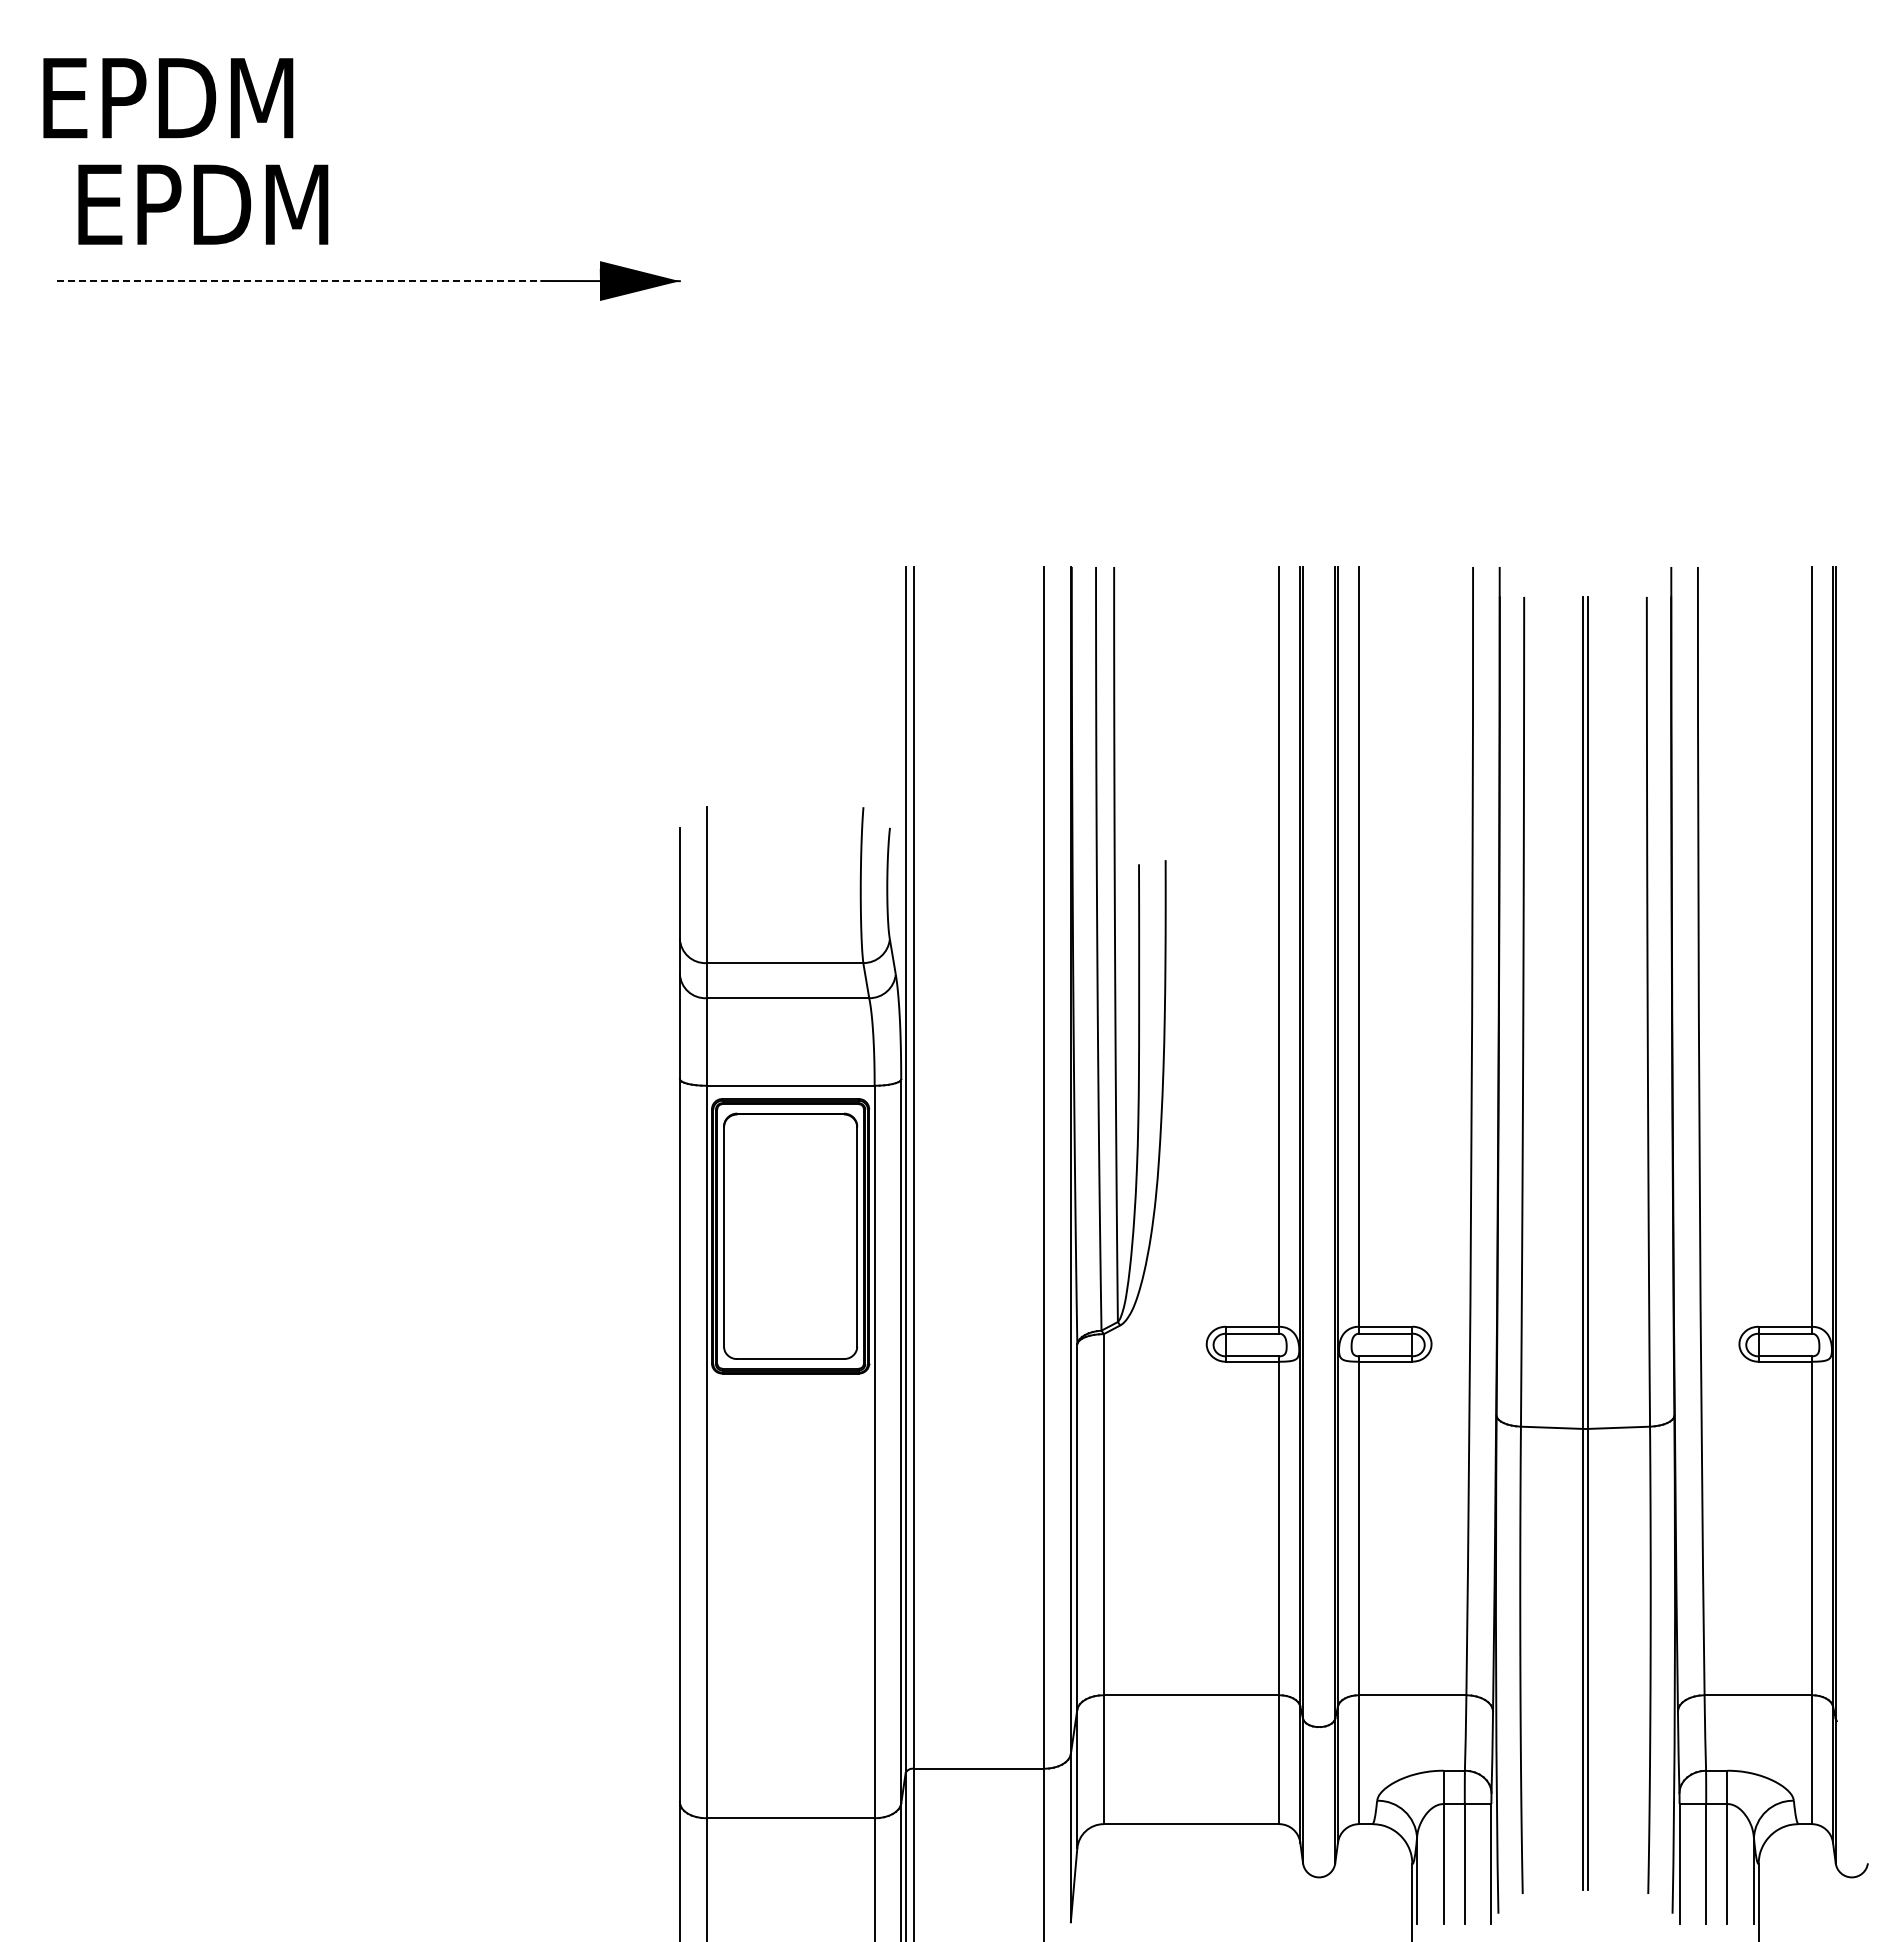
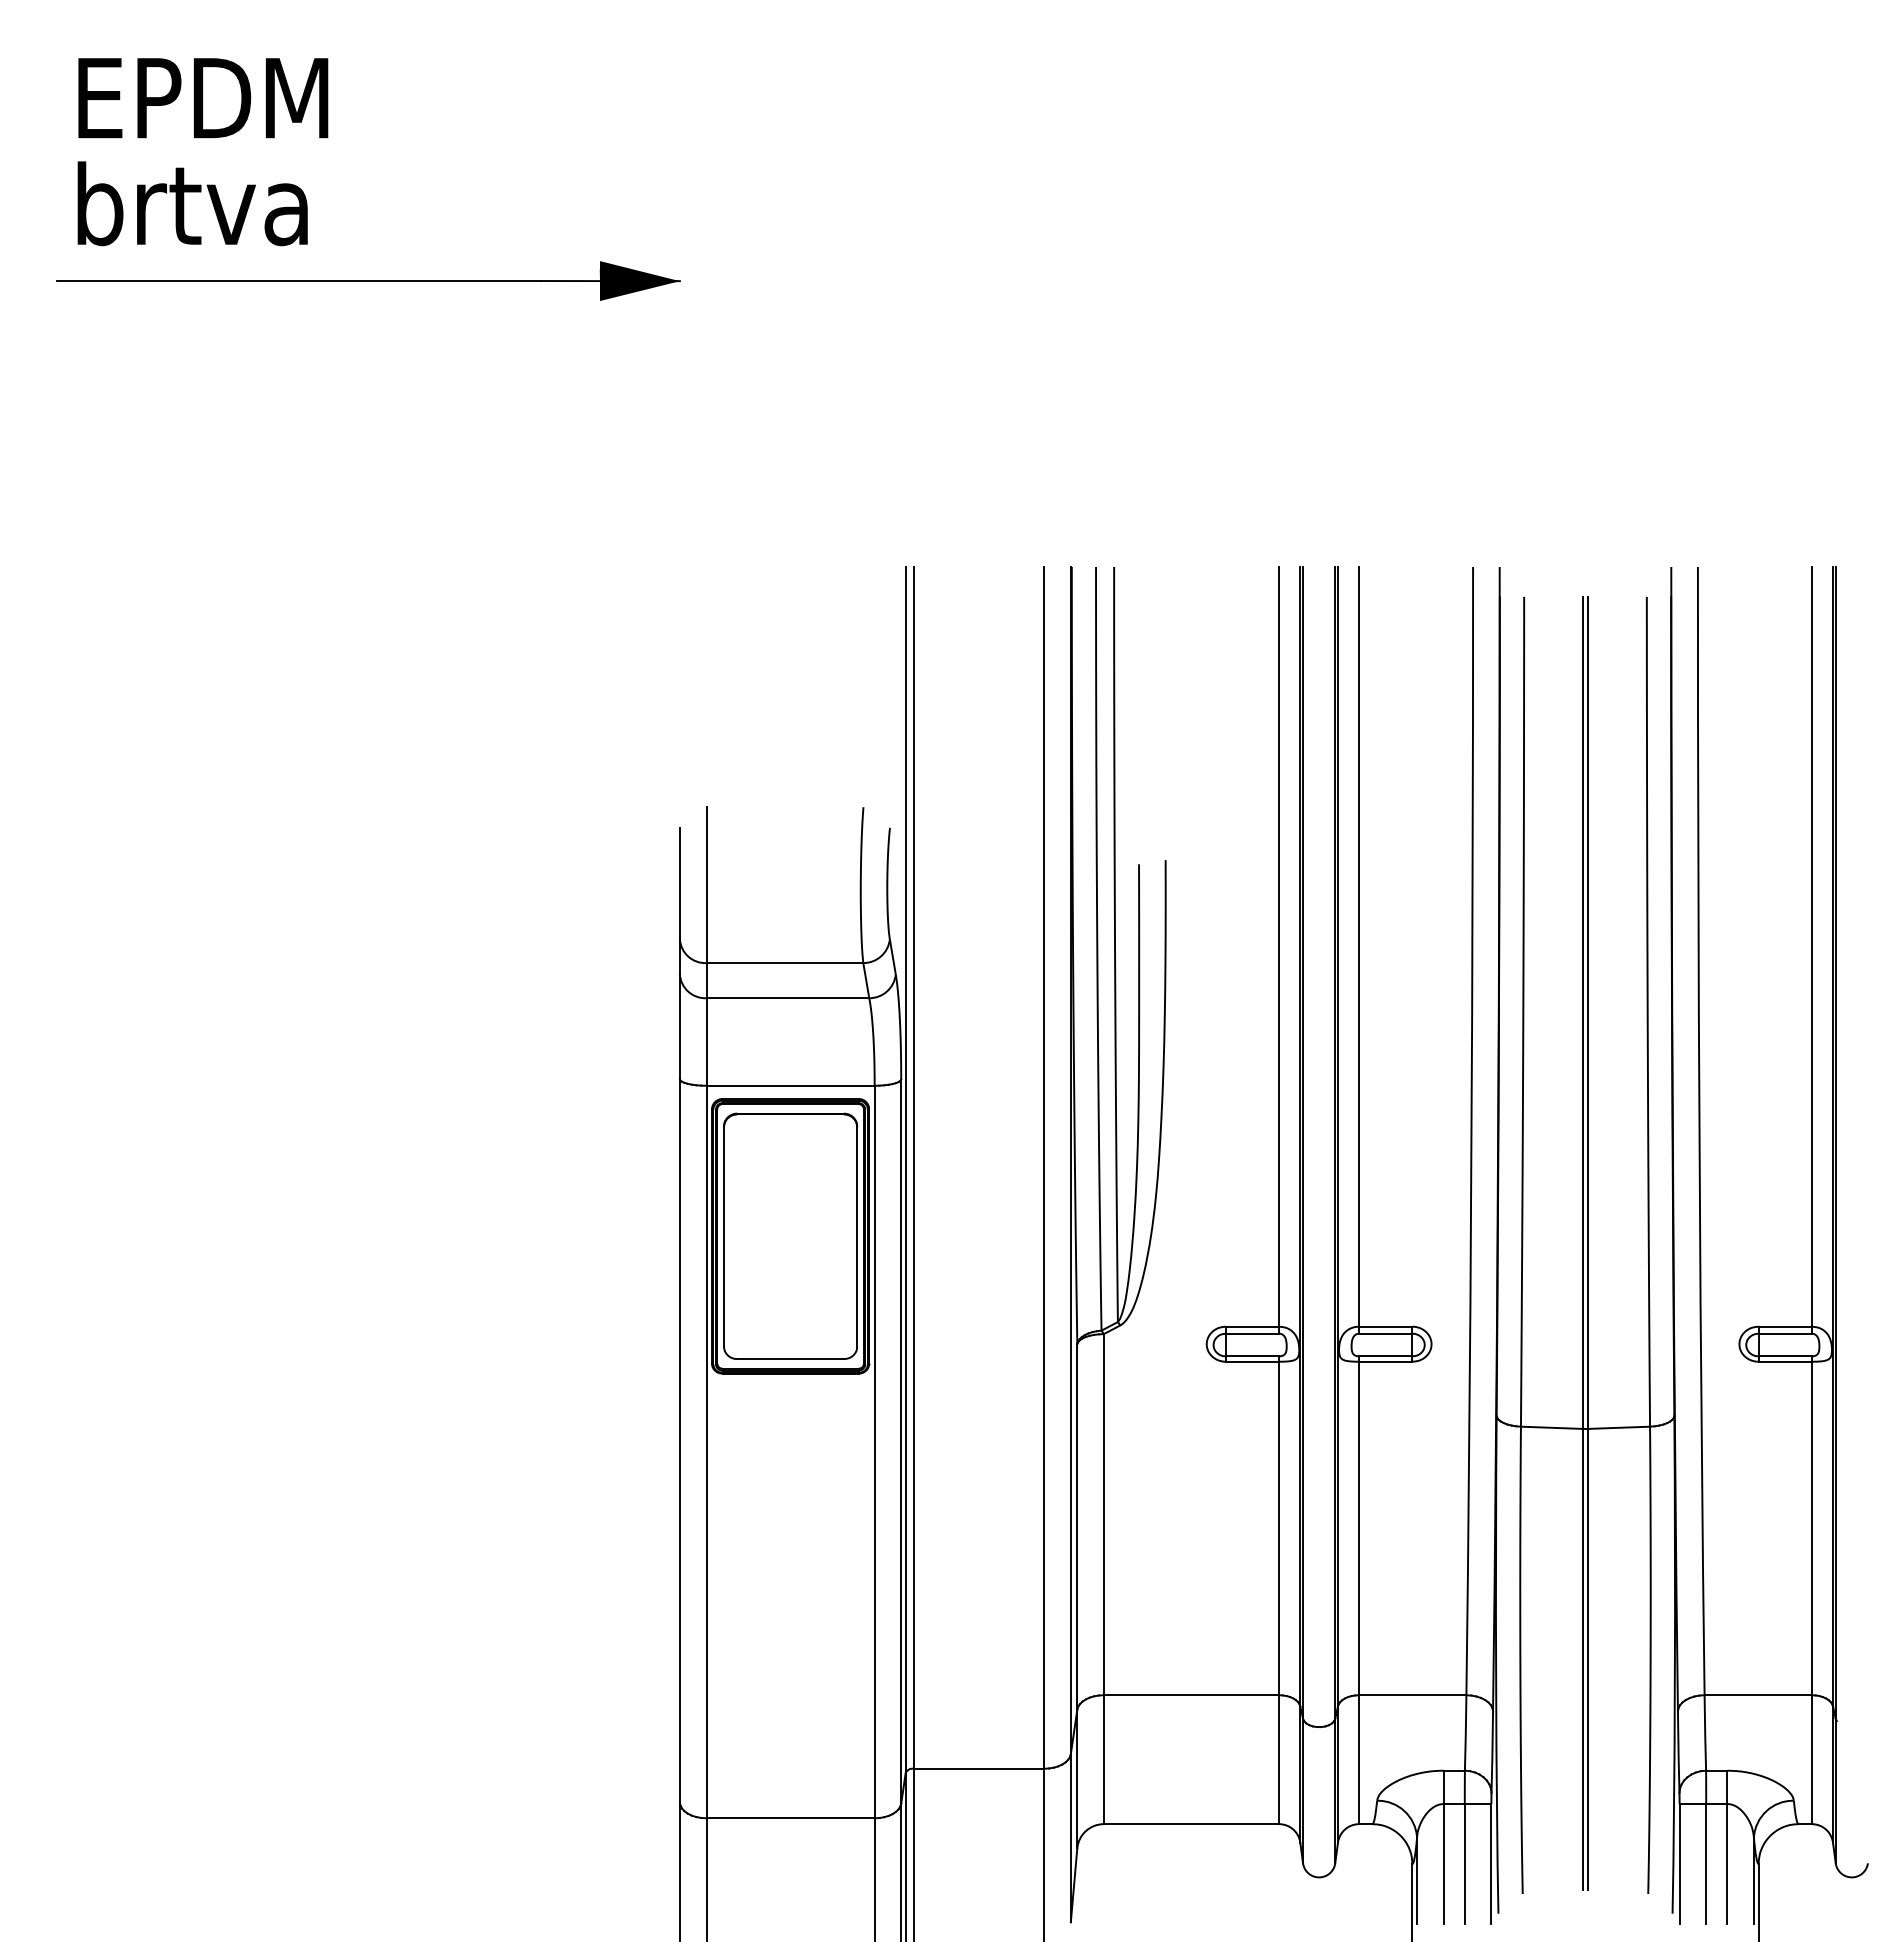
text at (168, 98) position: (168, 98) -> (203, 98)
text at (202, 203): EPDM -> brtva
line at (299, 281): dashed -> solid
